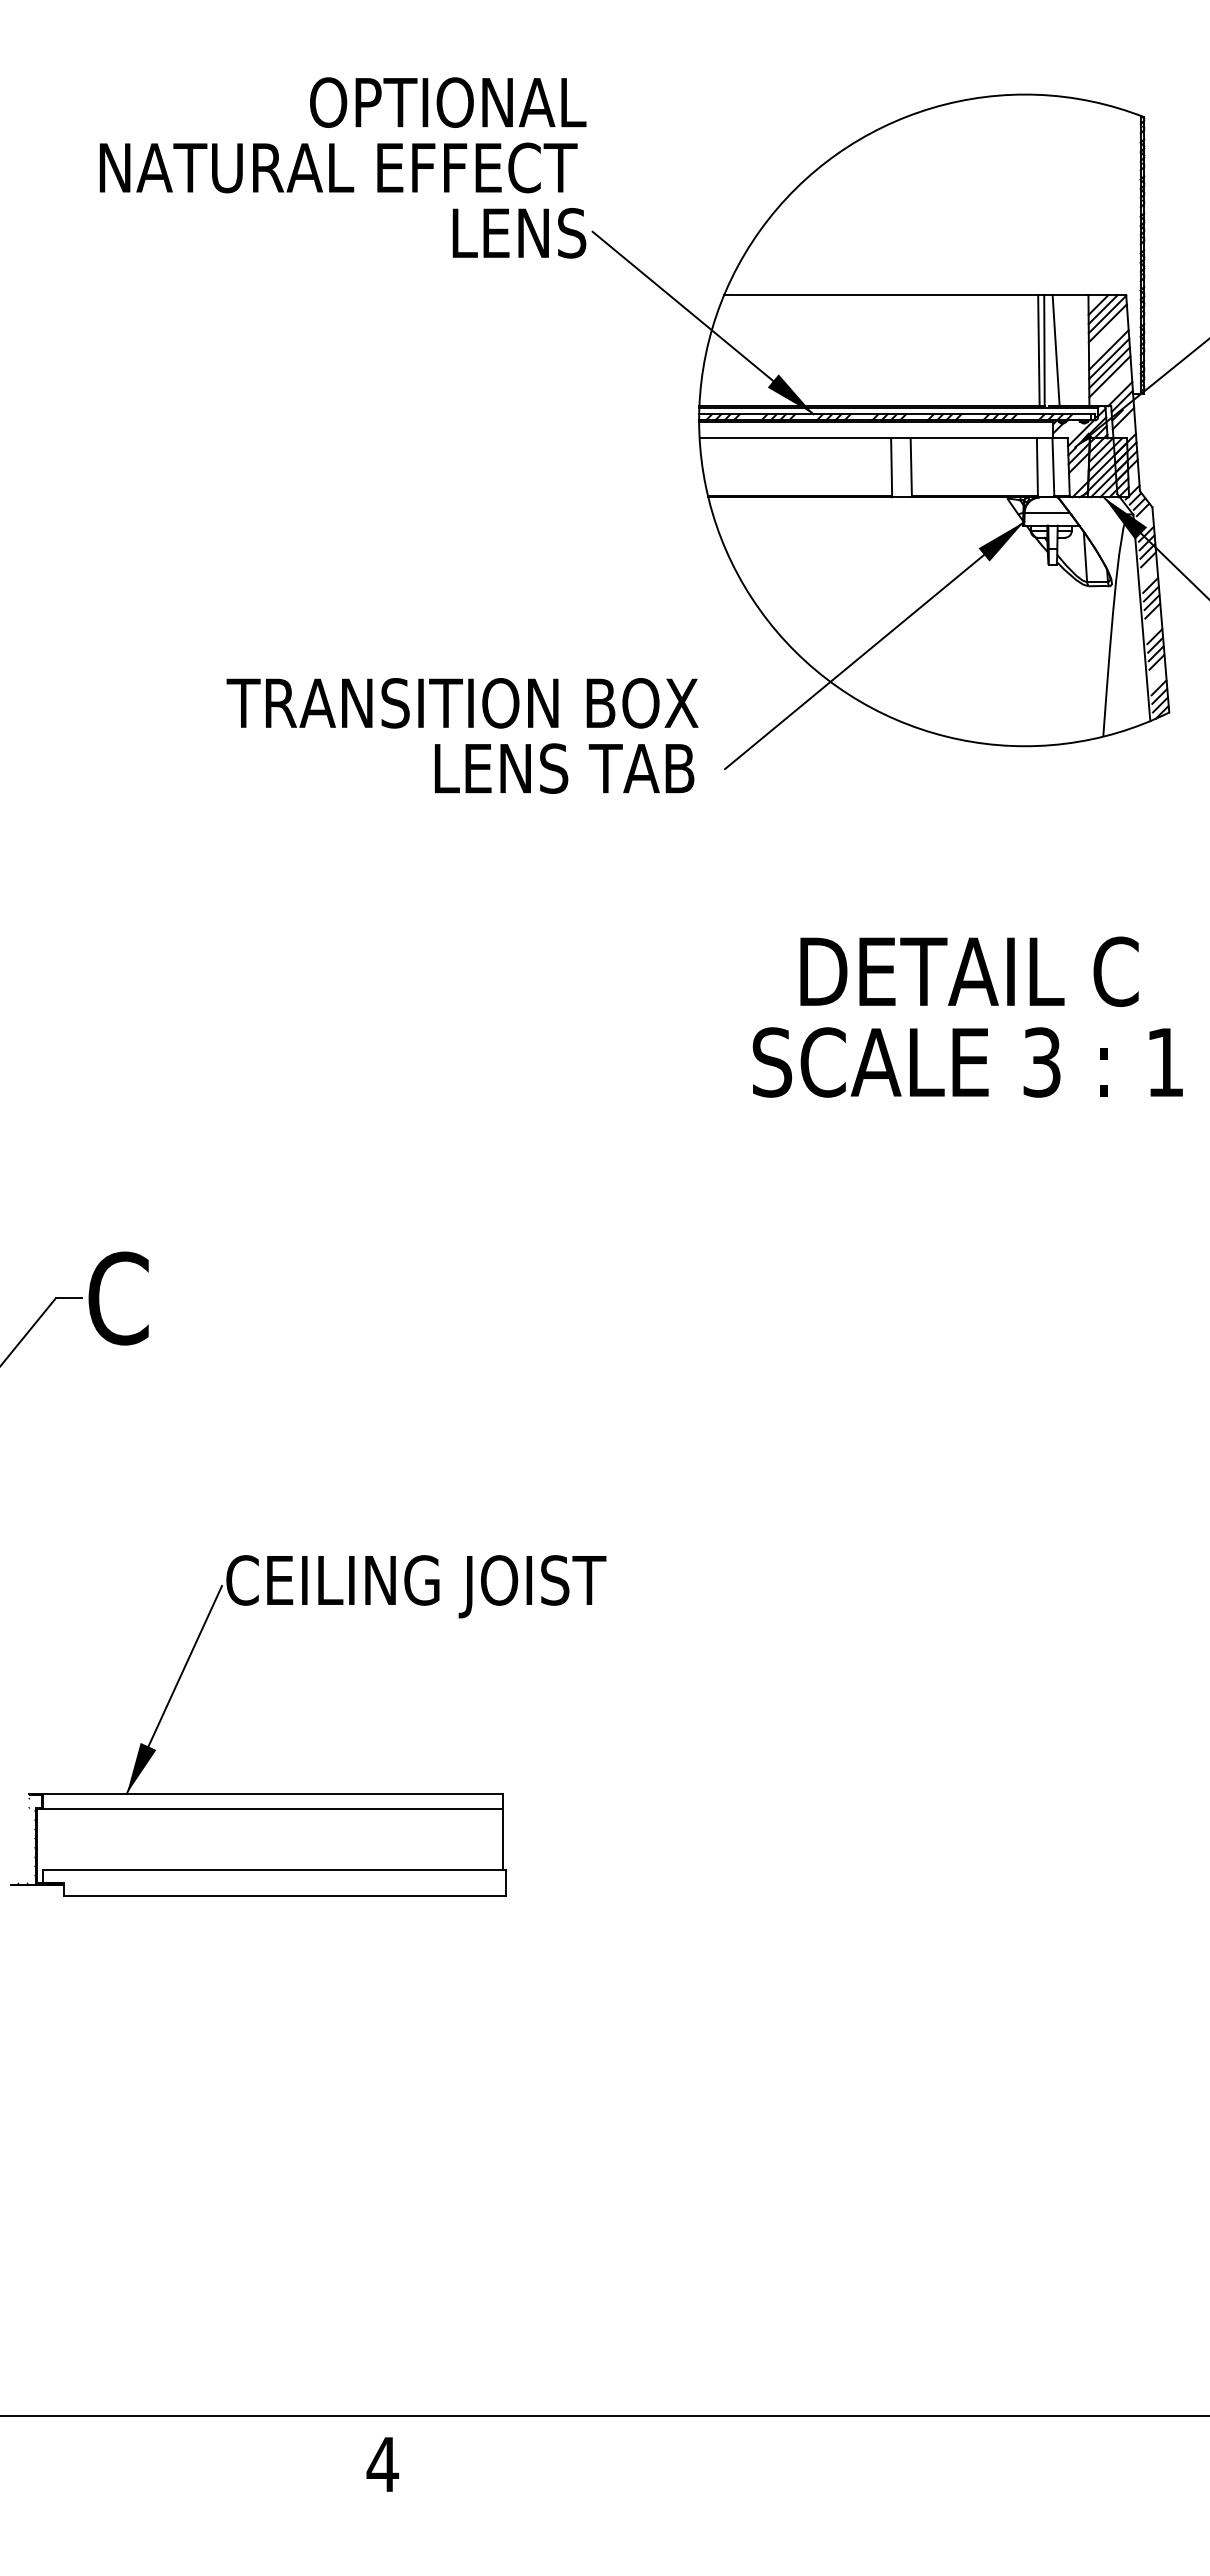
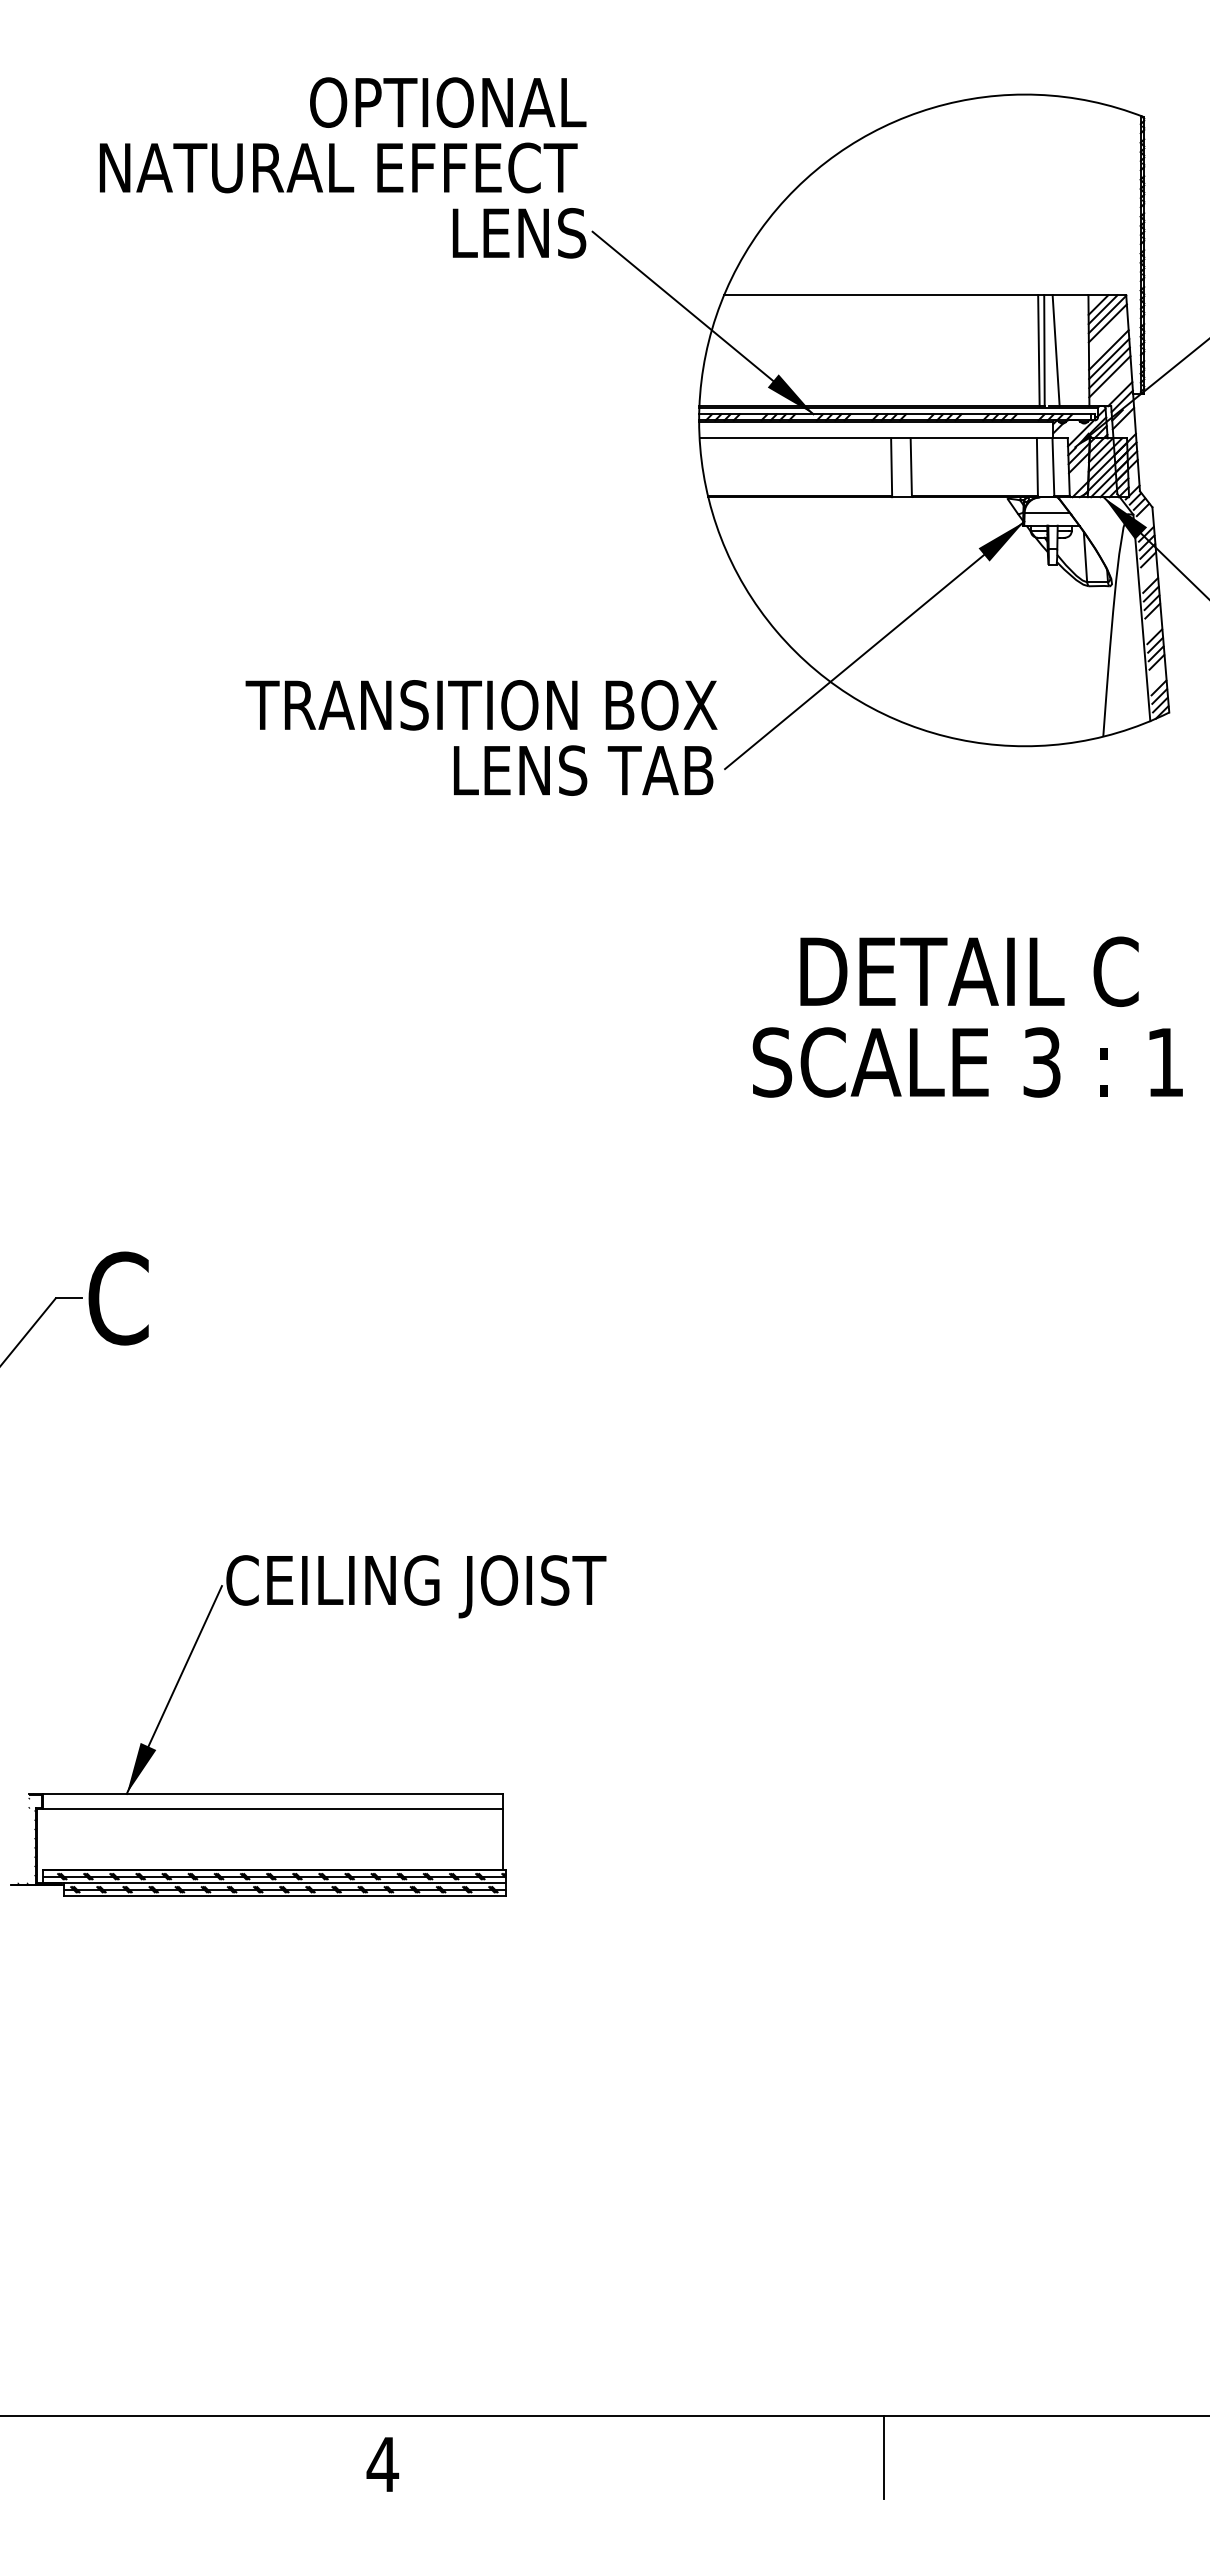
text at (462, 735) position: (462, 735) -> (481, 737)
hatch at (274, 1881): none -> present
line at (883, 2457): none -> present
